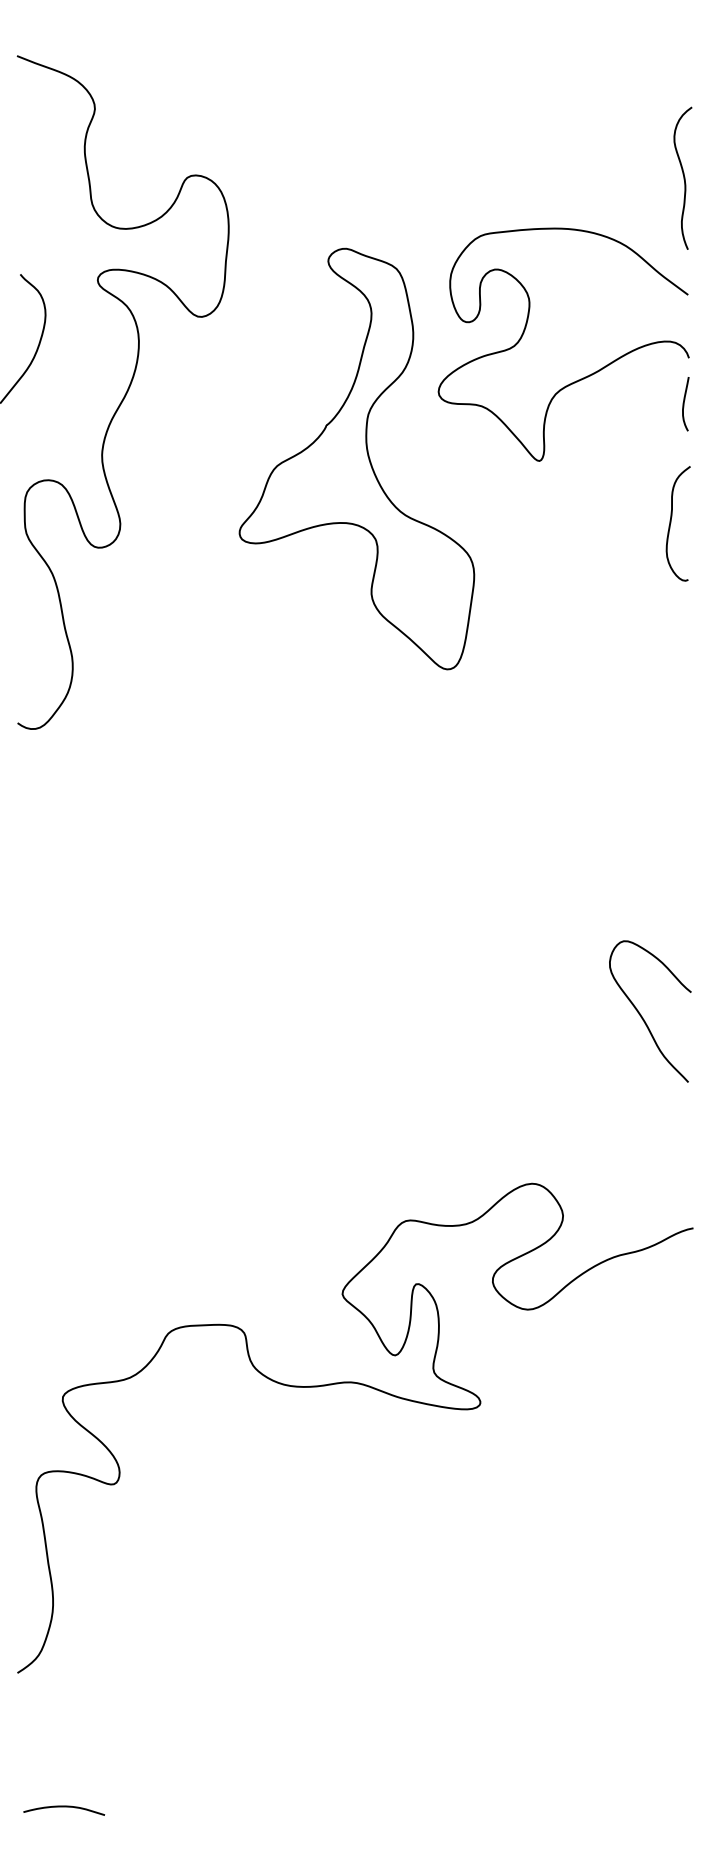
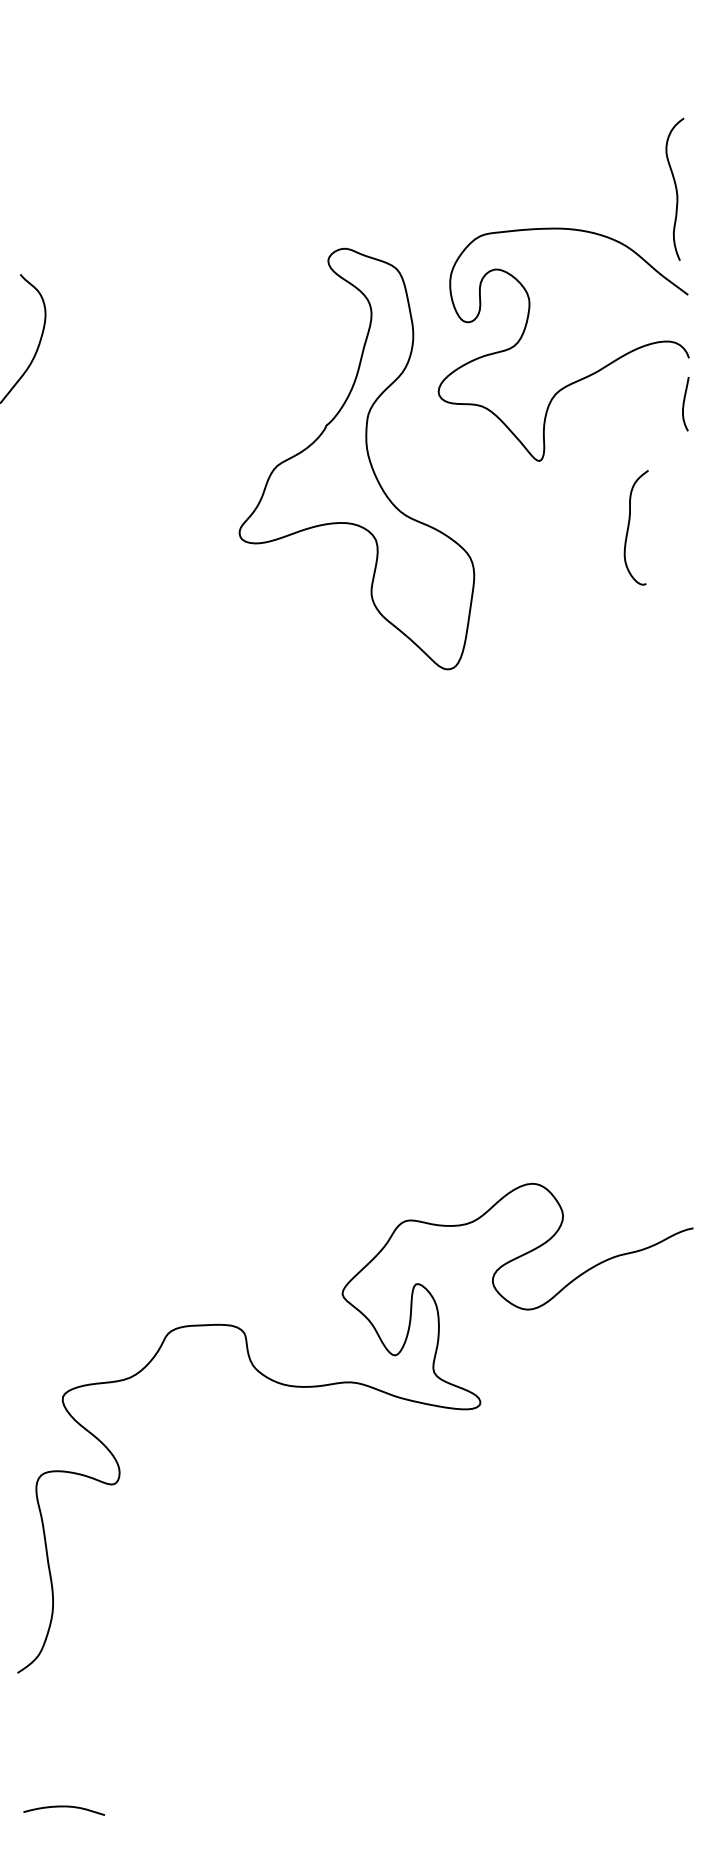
curve at (683, 177) position: (683, 177) -> (675, 188)
curve at (124, 394): present -> none
curve at (671, 523) position: (671, 523) -> (629, 527)
curve at (643, 1017): present -> none
